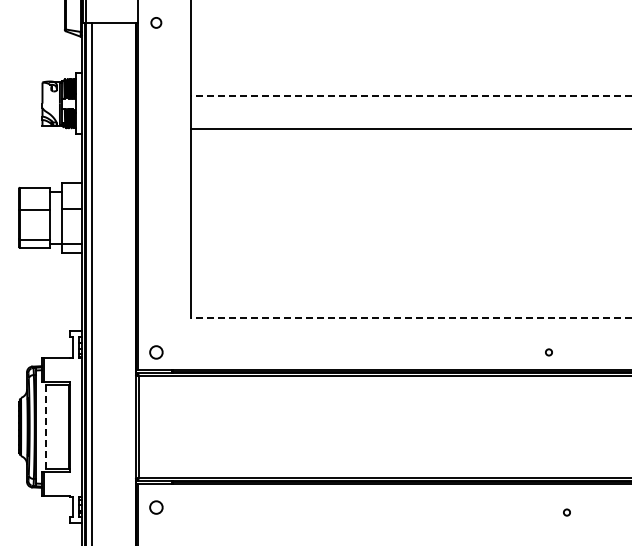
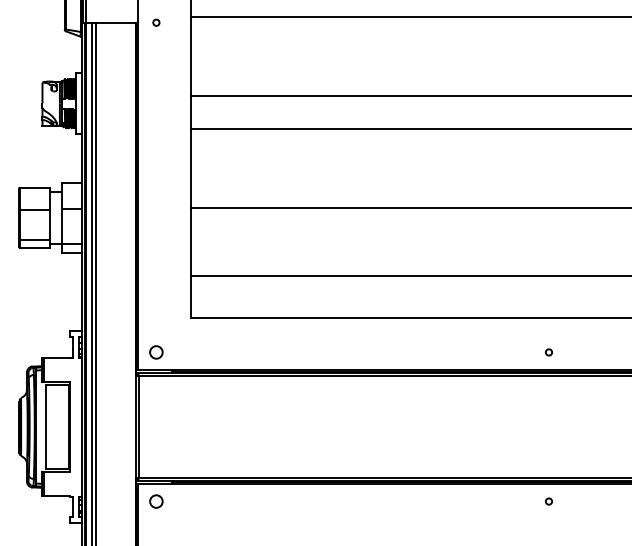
line at (409, 17): none -> present
circle at (156, 22) size: 13x12 px -> 9x9 px
line at (410, 96): dashed -> solid
line at (409, 208): none -> present
line at (409, 276): none -> present
line at (95, 282): none -> present
line at (410, 318): dashed -> solid
line at (45, 427): dashed -> solid
circle at (156, 507) position: (156, 507) -> (156, 501)
circle at (566, 512) position: (566, 512) -> (548, 501)
